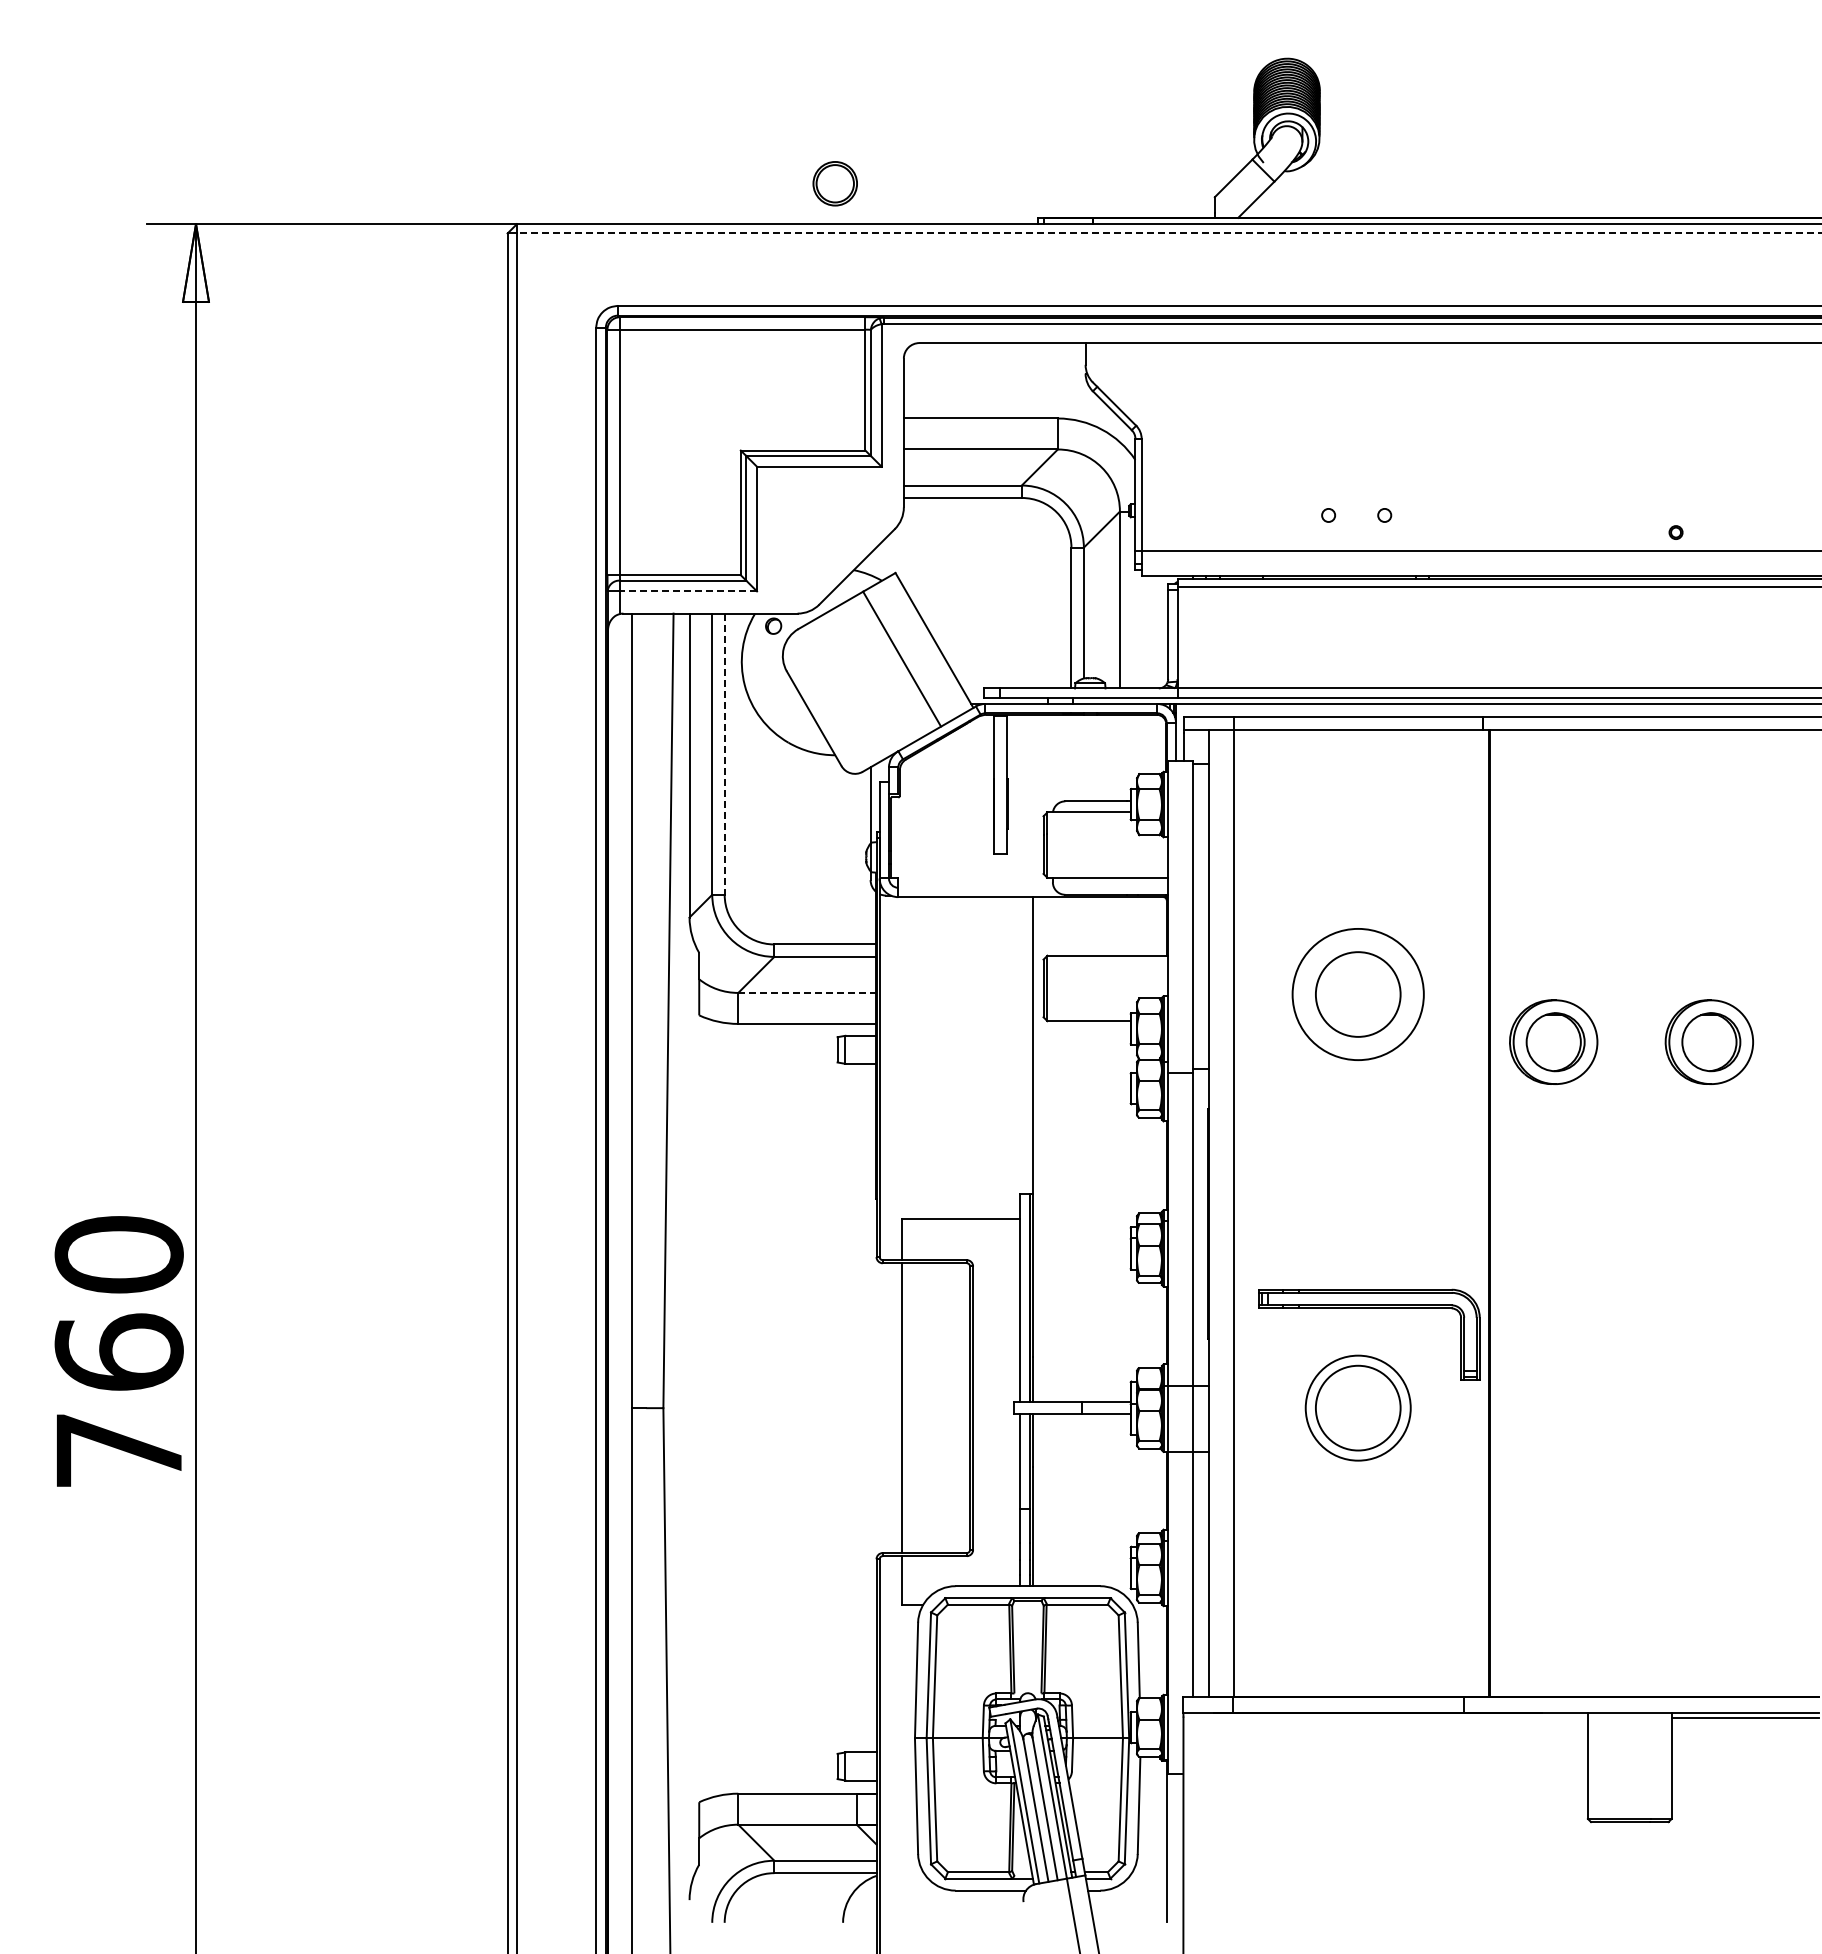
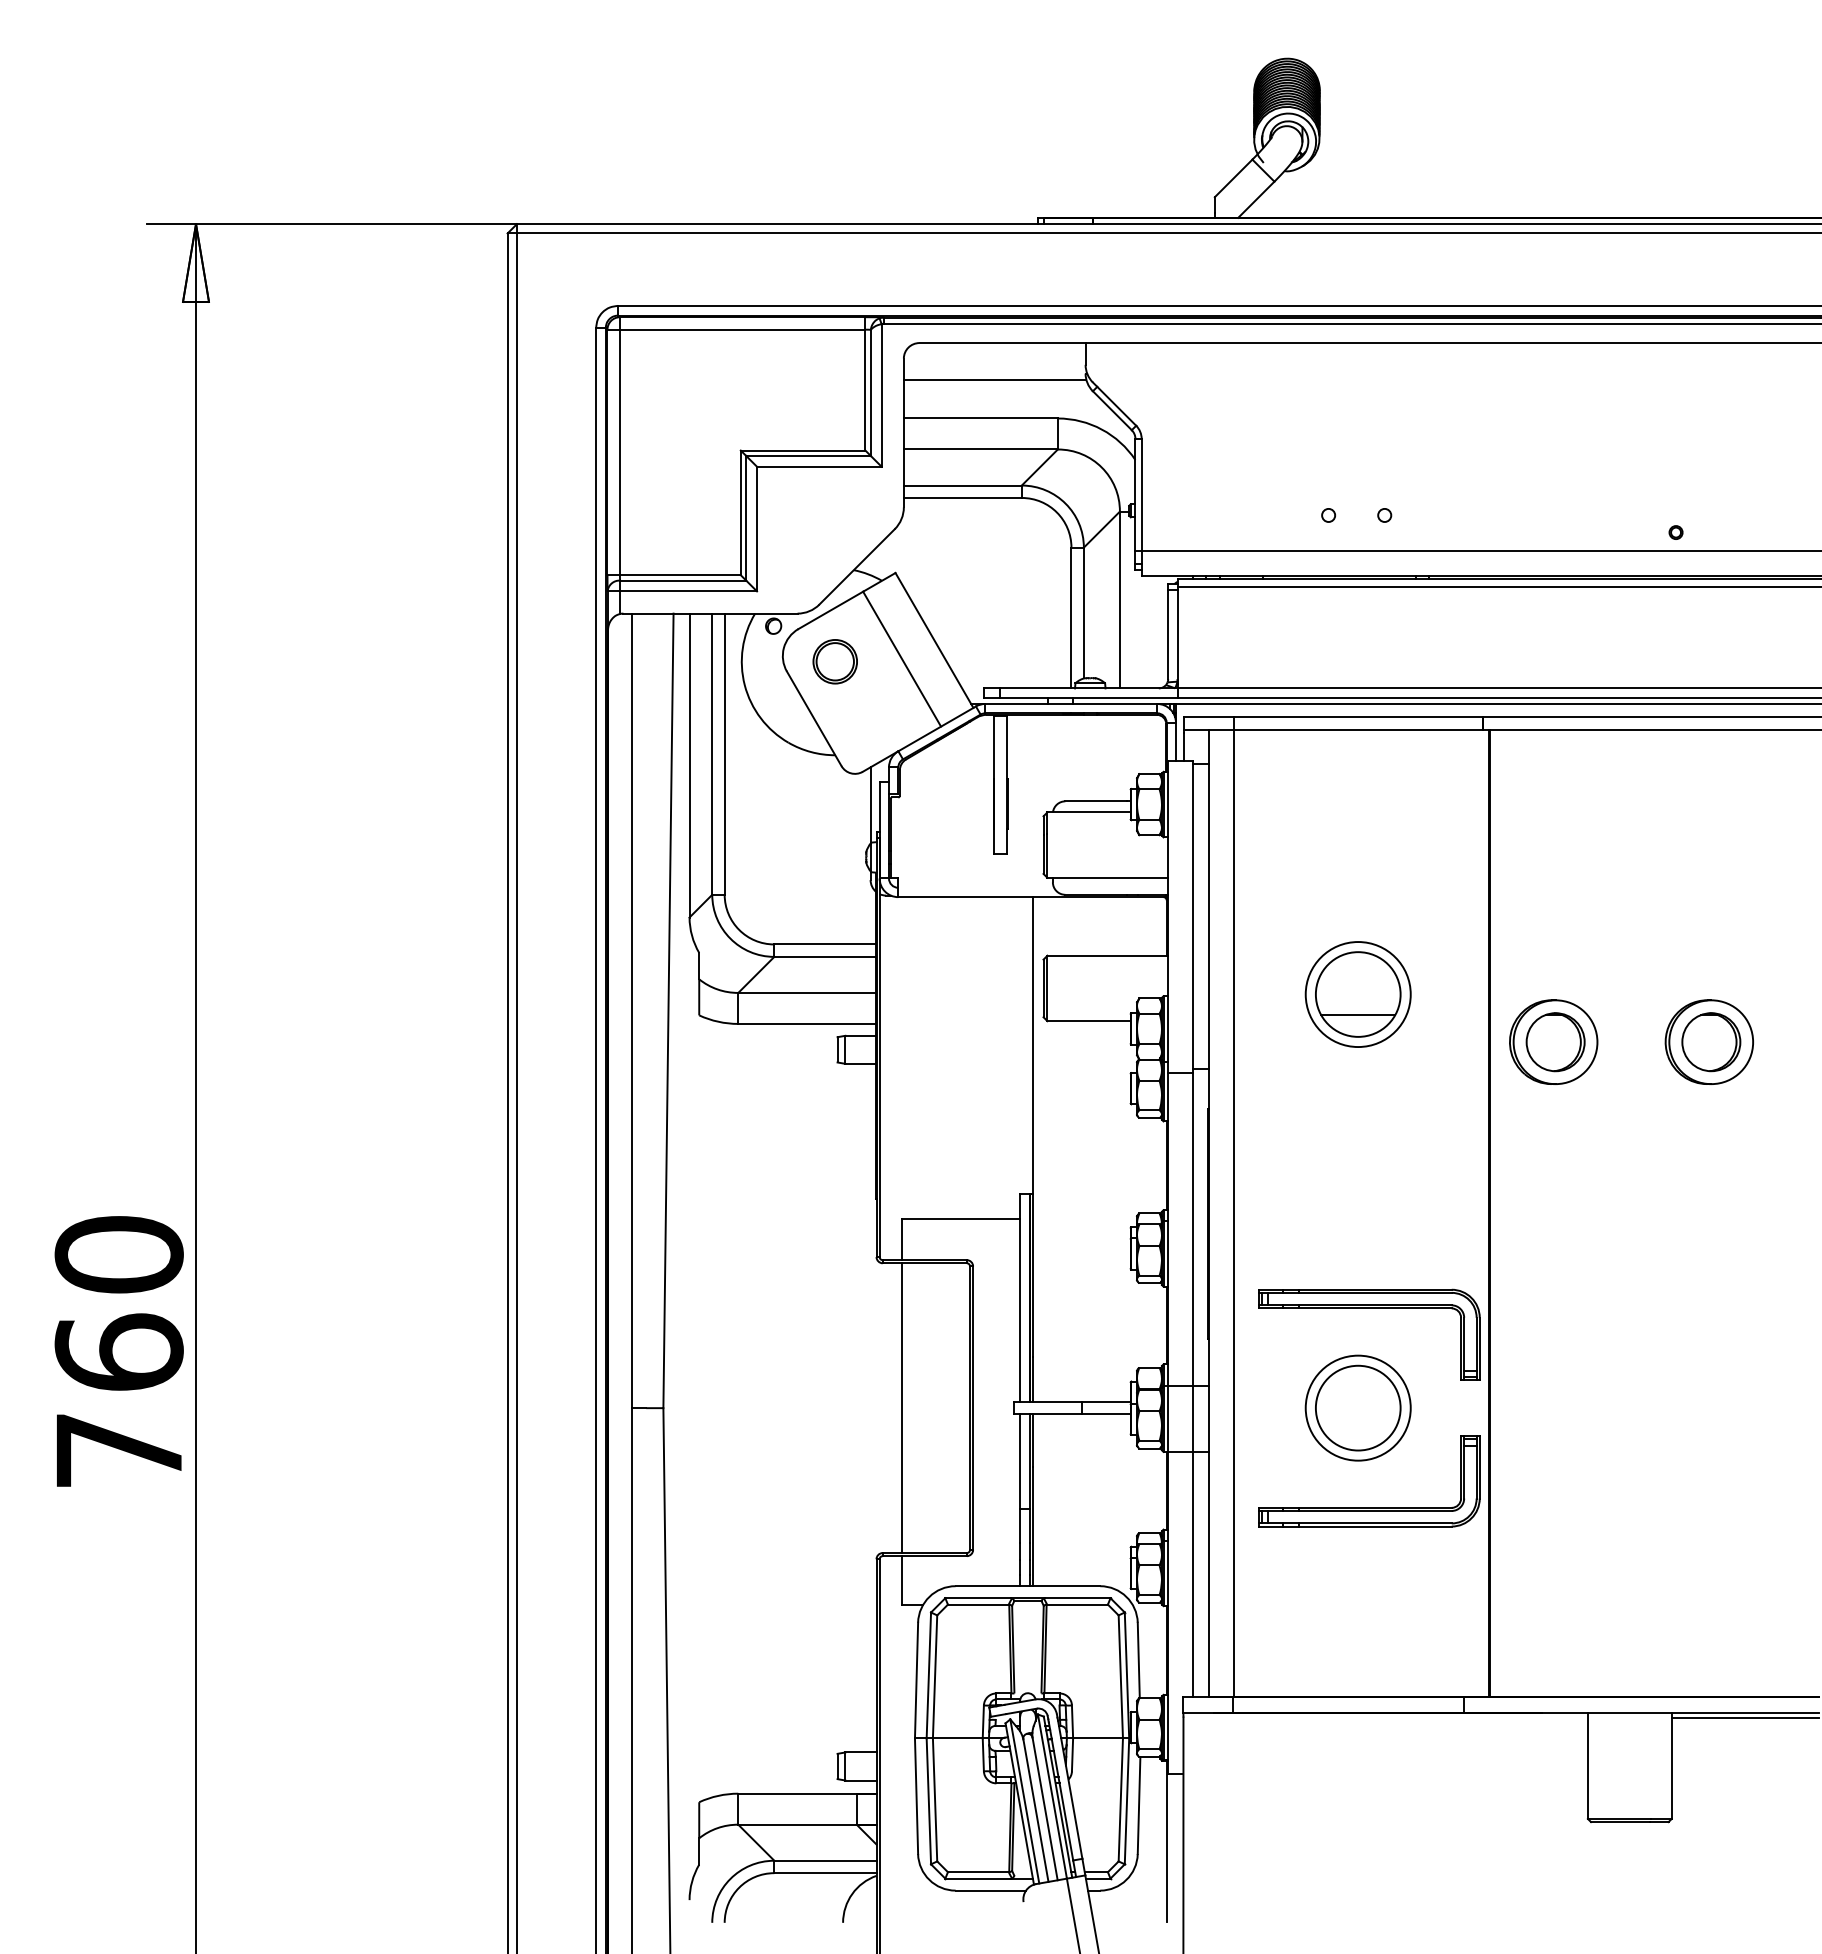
part at (834, 183) position: (834, 183) -> (834, 661)
line at (1168, 233): dashed -> solid
line at (994, 379): none -> present
line at (688, 591): dashed -> solid
line at (724, 754): dashed -> solid
line at (807, 992): dashed -> solid
circle at (1357, 994) diameter: 131 px -> 105 px
line at (1358, 1014): none -> present
part at (1369, 1507): none -> present
